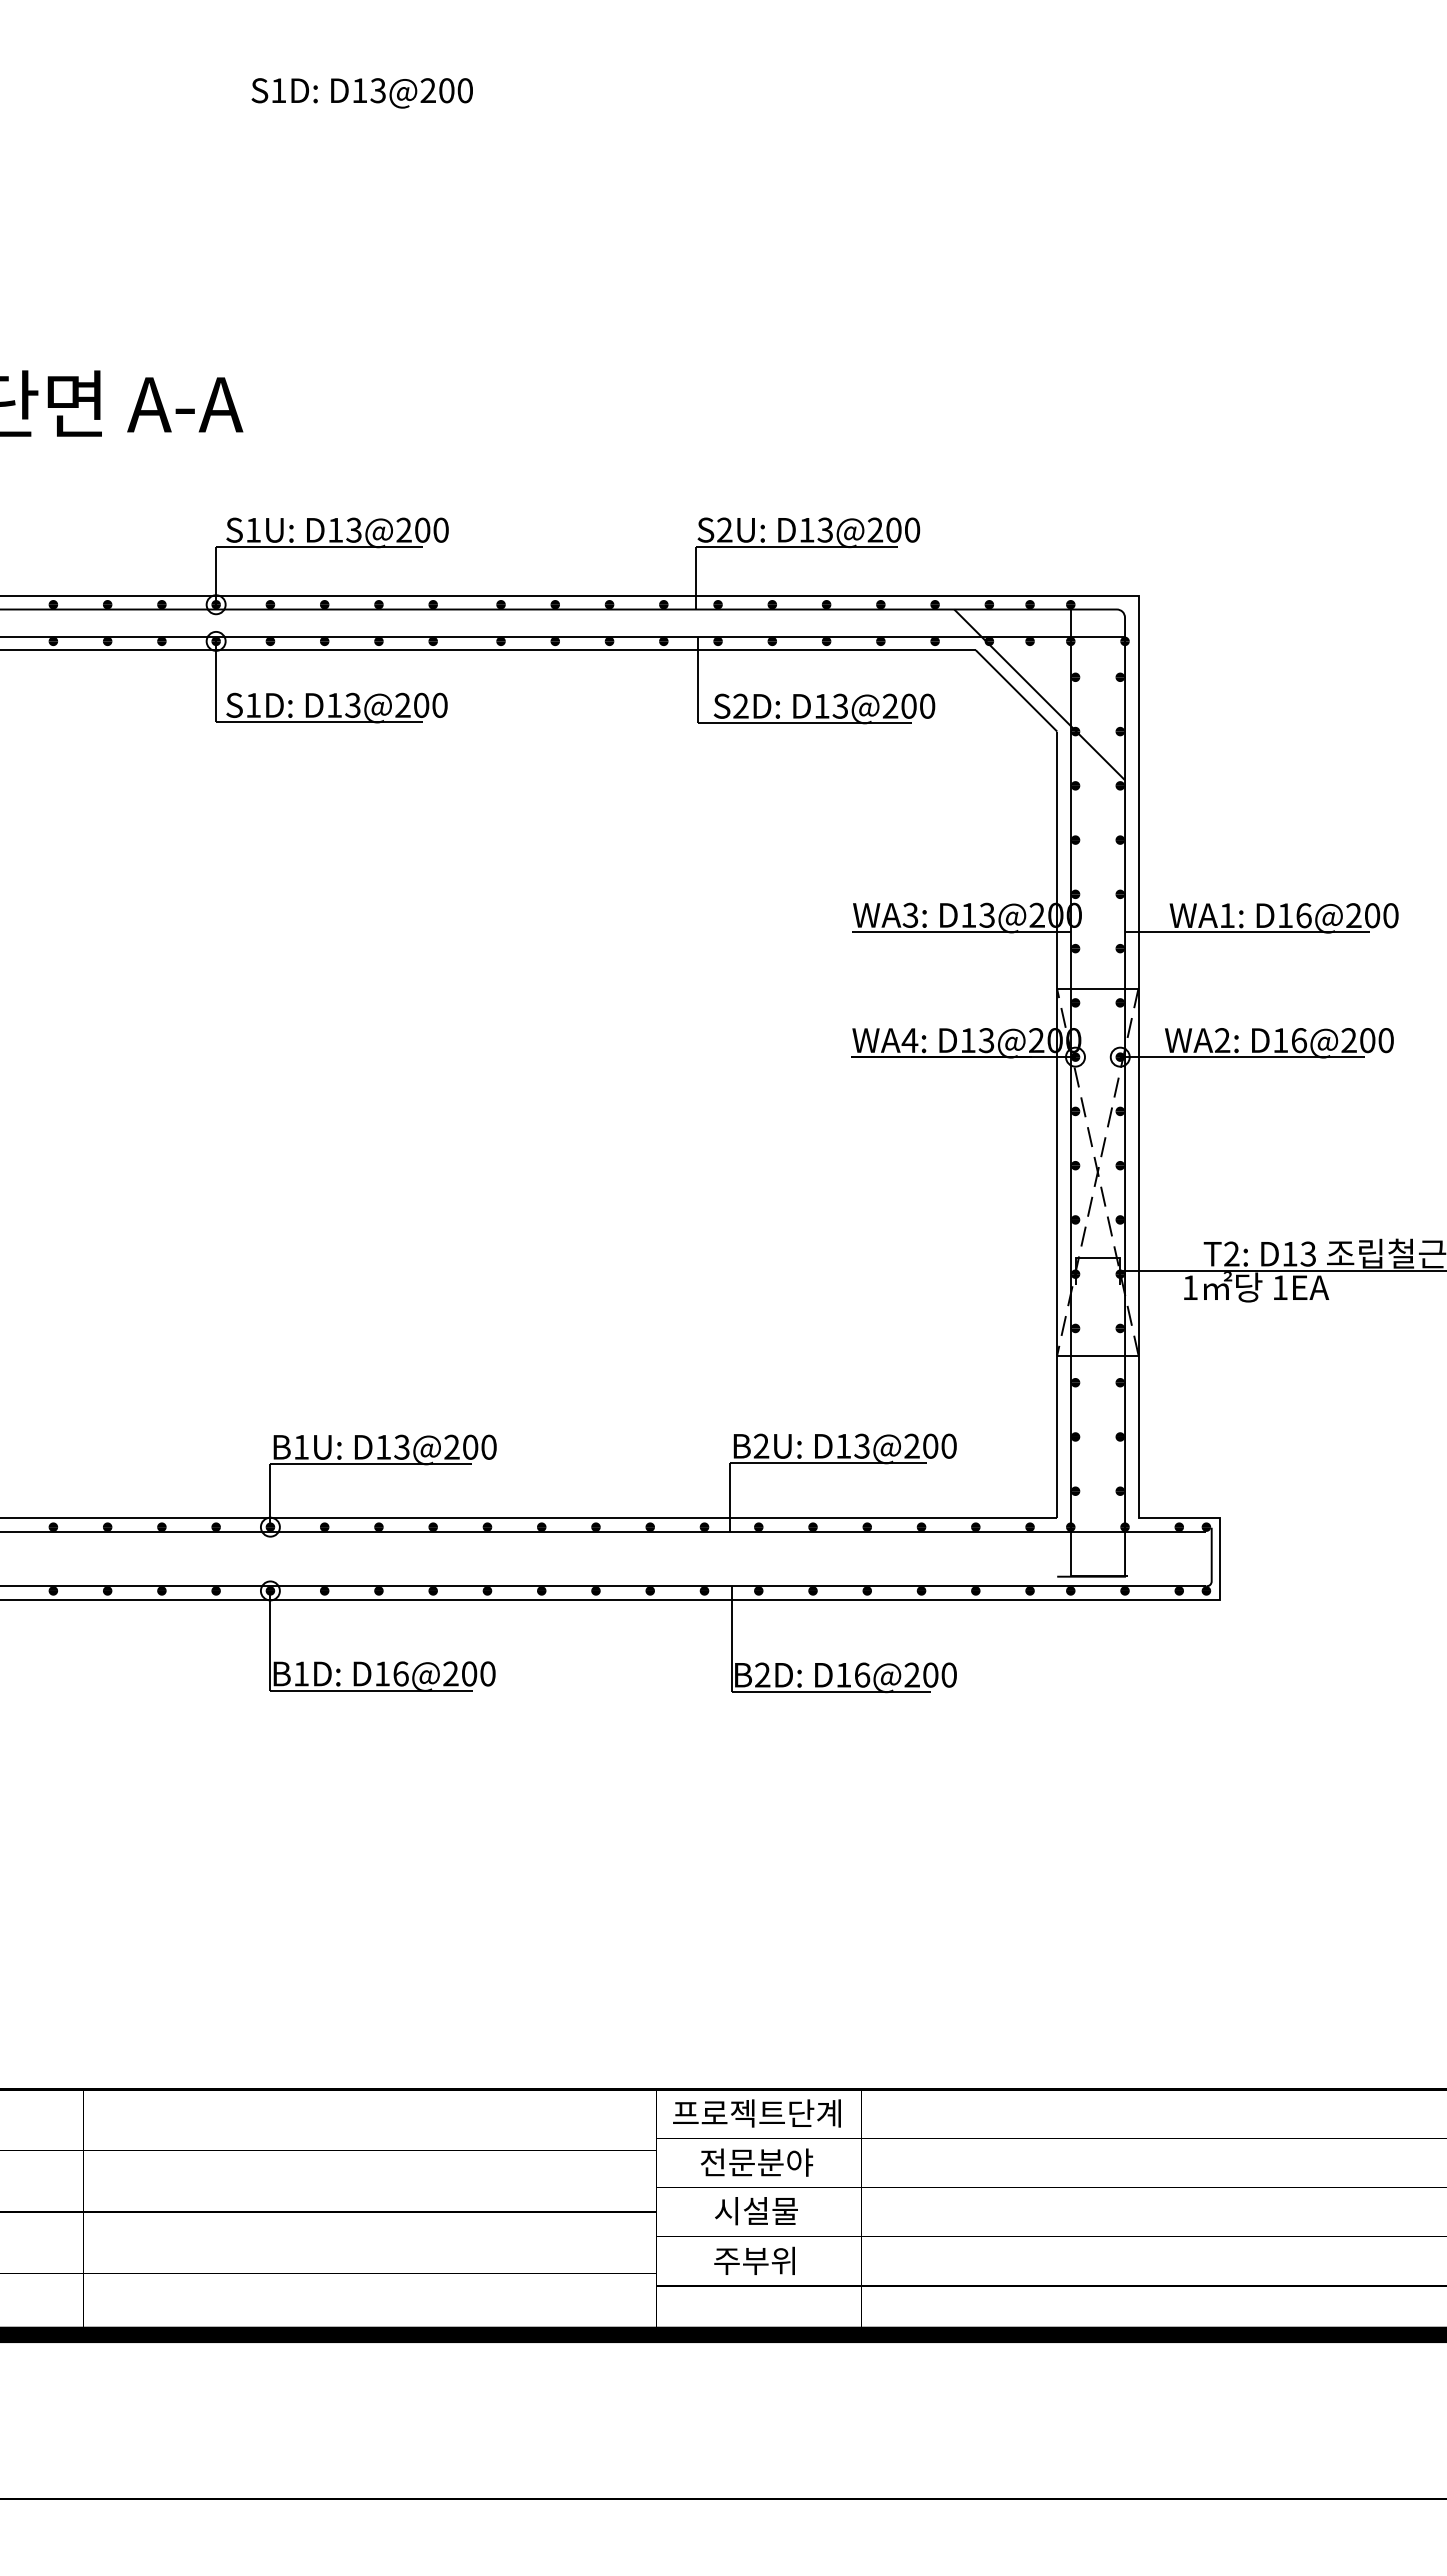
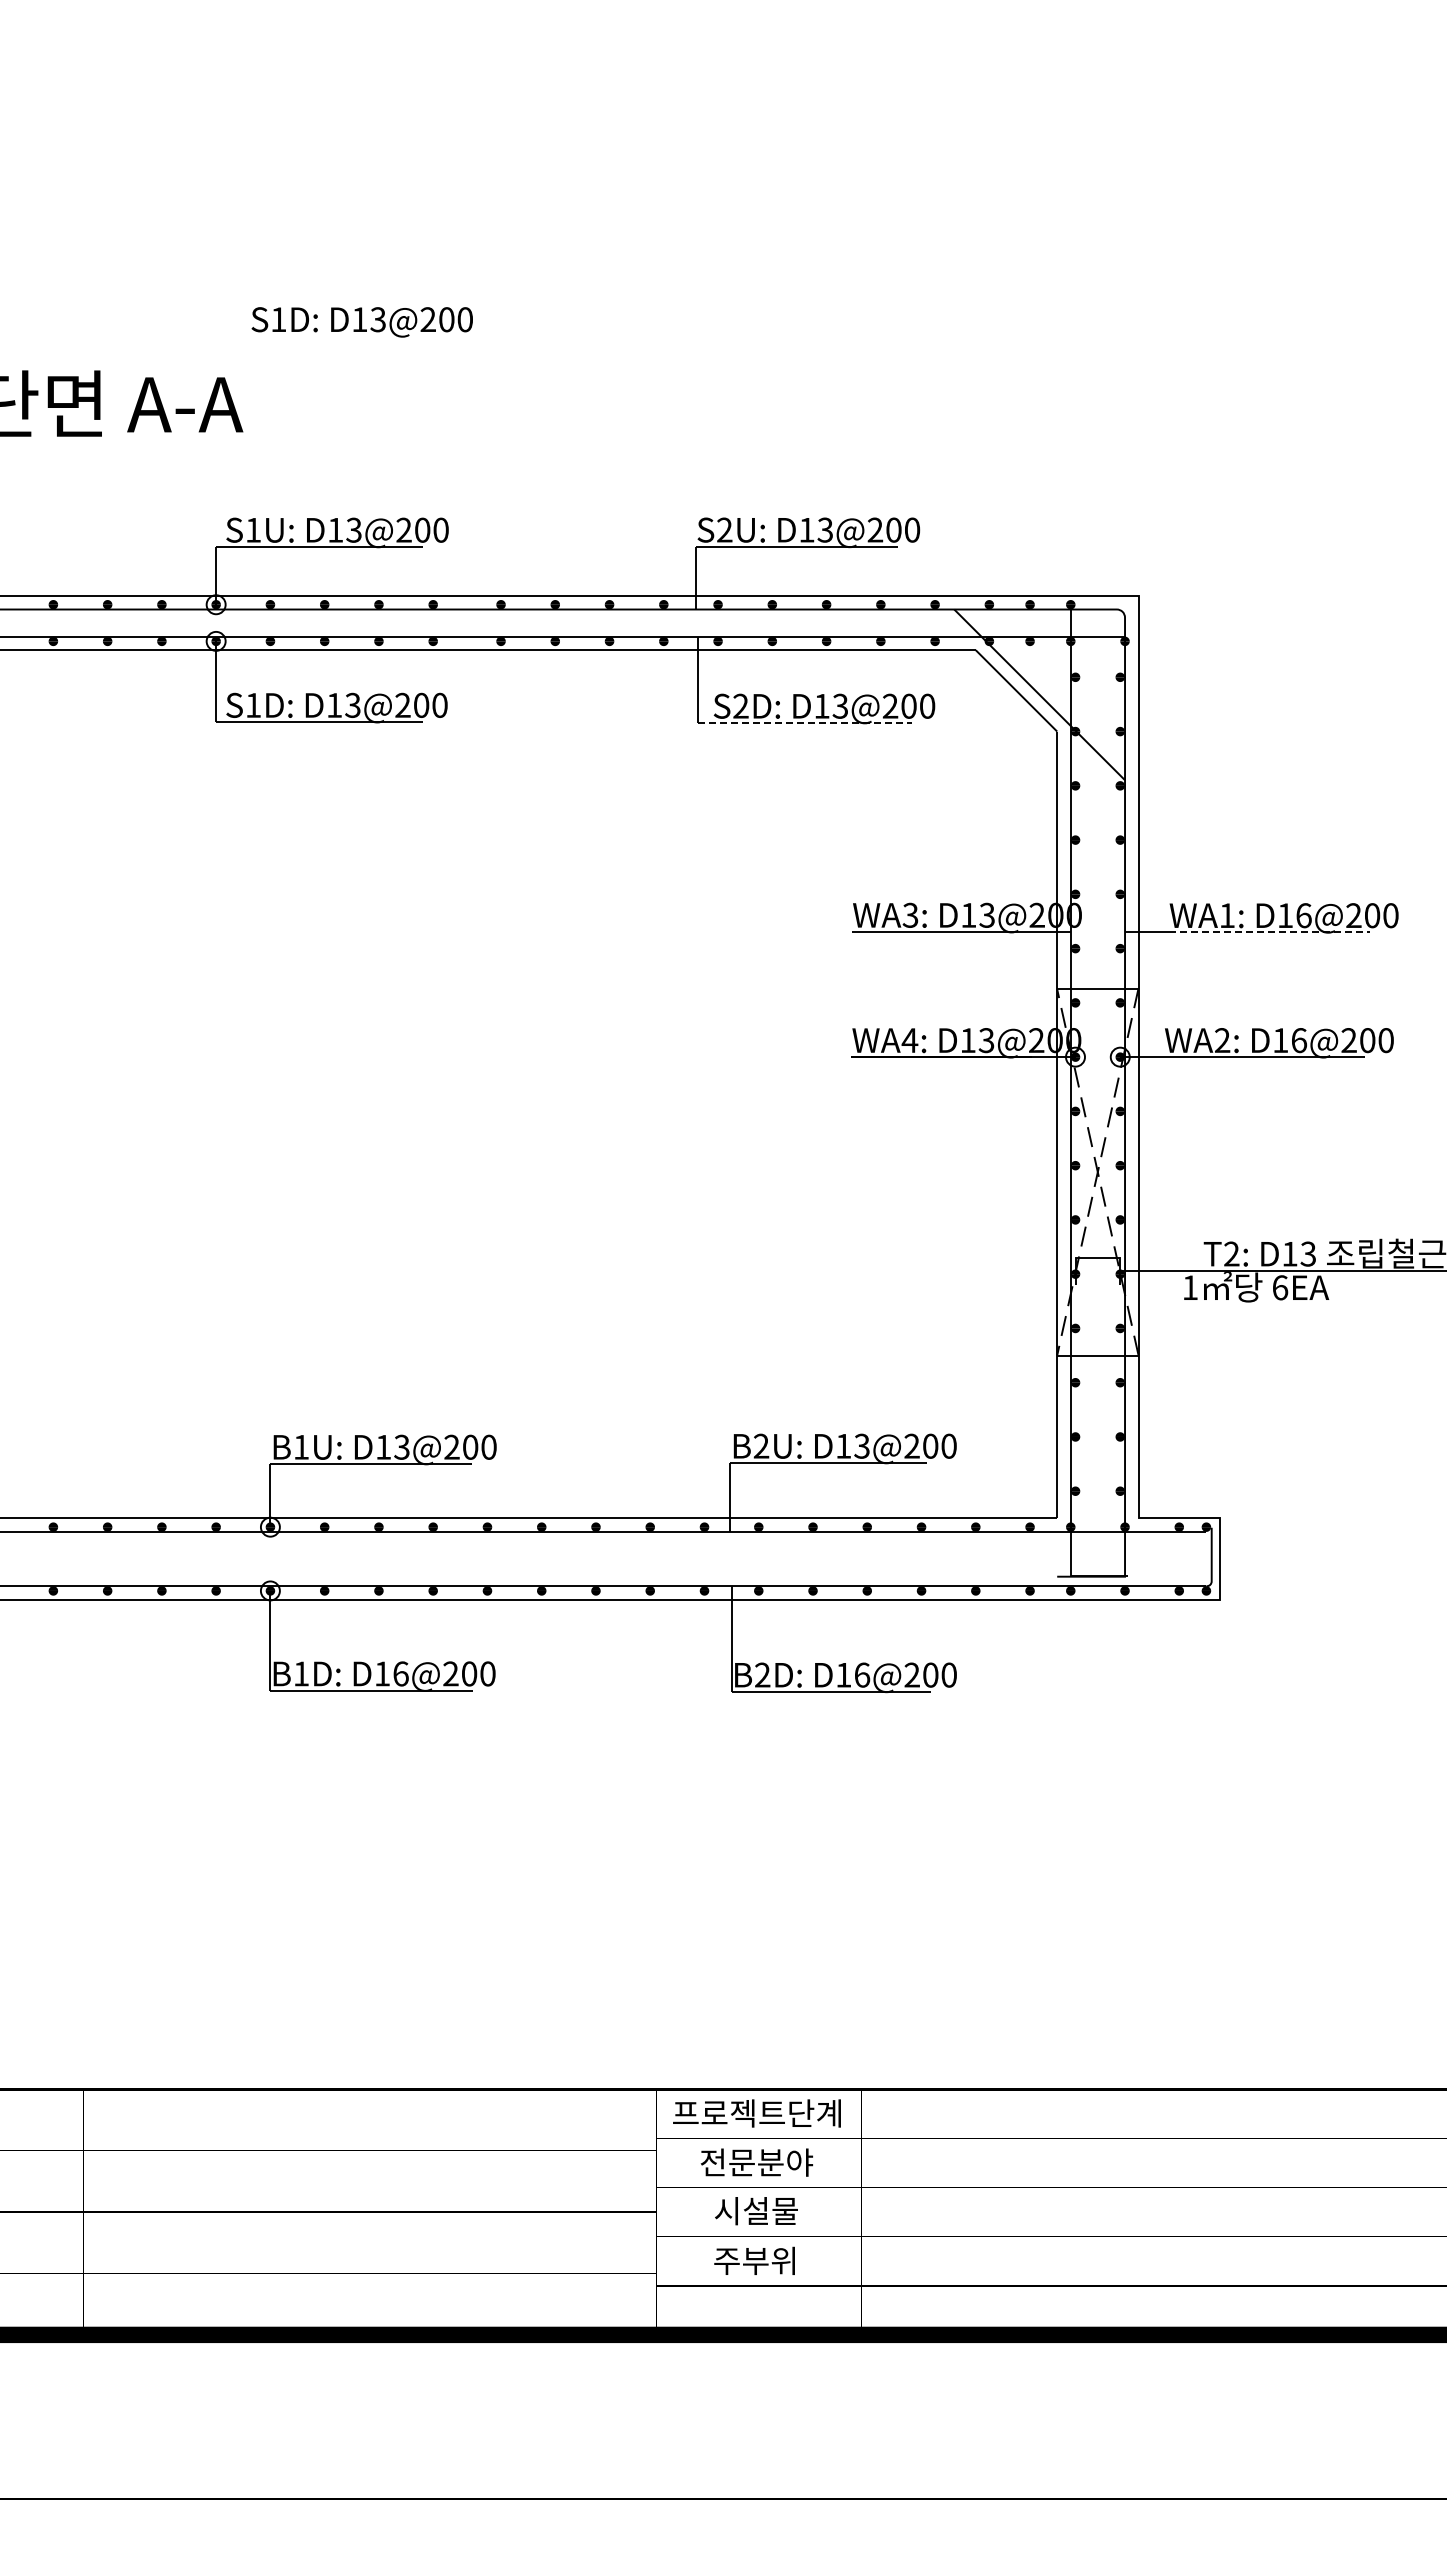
text at (361, 93) position: (361, 93) -> (361, 322)
line at (805, 722): solid -> dashed
line at (1269, 932): solid -> dashed
text at (1280, 1287): 1EA -> 6EA
